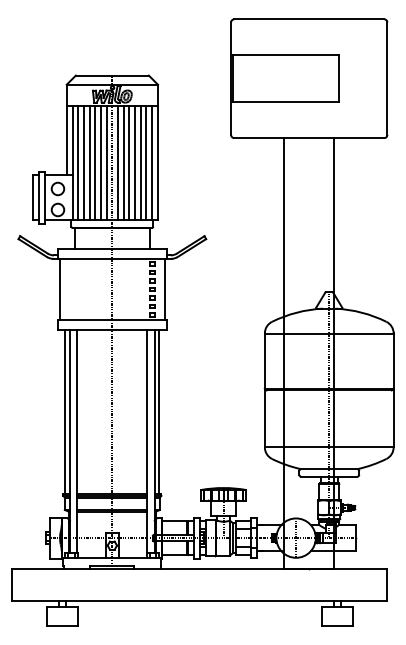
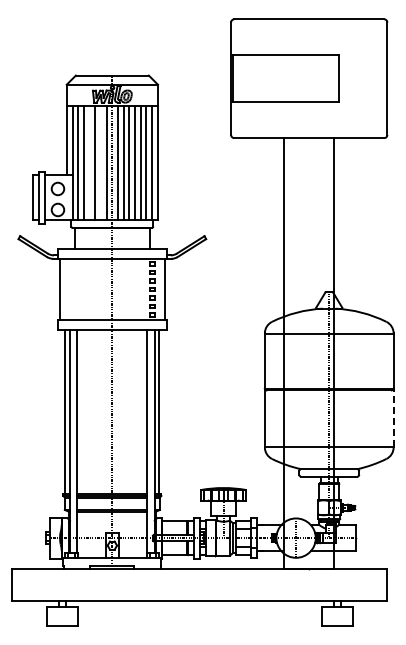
line at (89, 163): present -> none
line at (101, 163): present -> none
line at (393, 418): solid -> dashed
